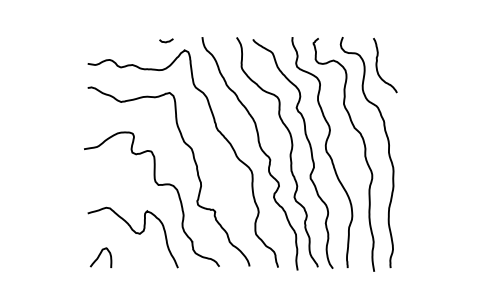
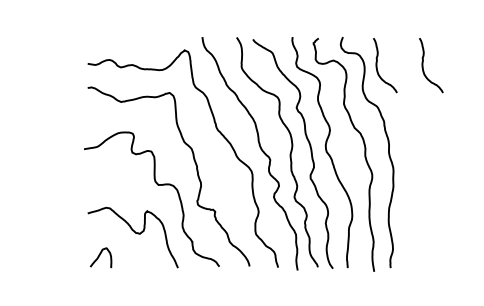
curve at (167, 40): present -> none
curve at (423, 65): none -> present
